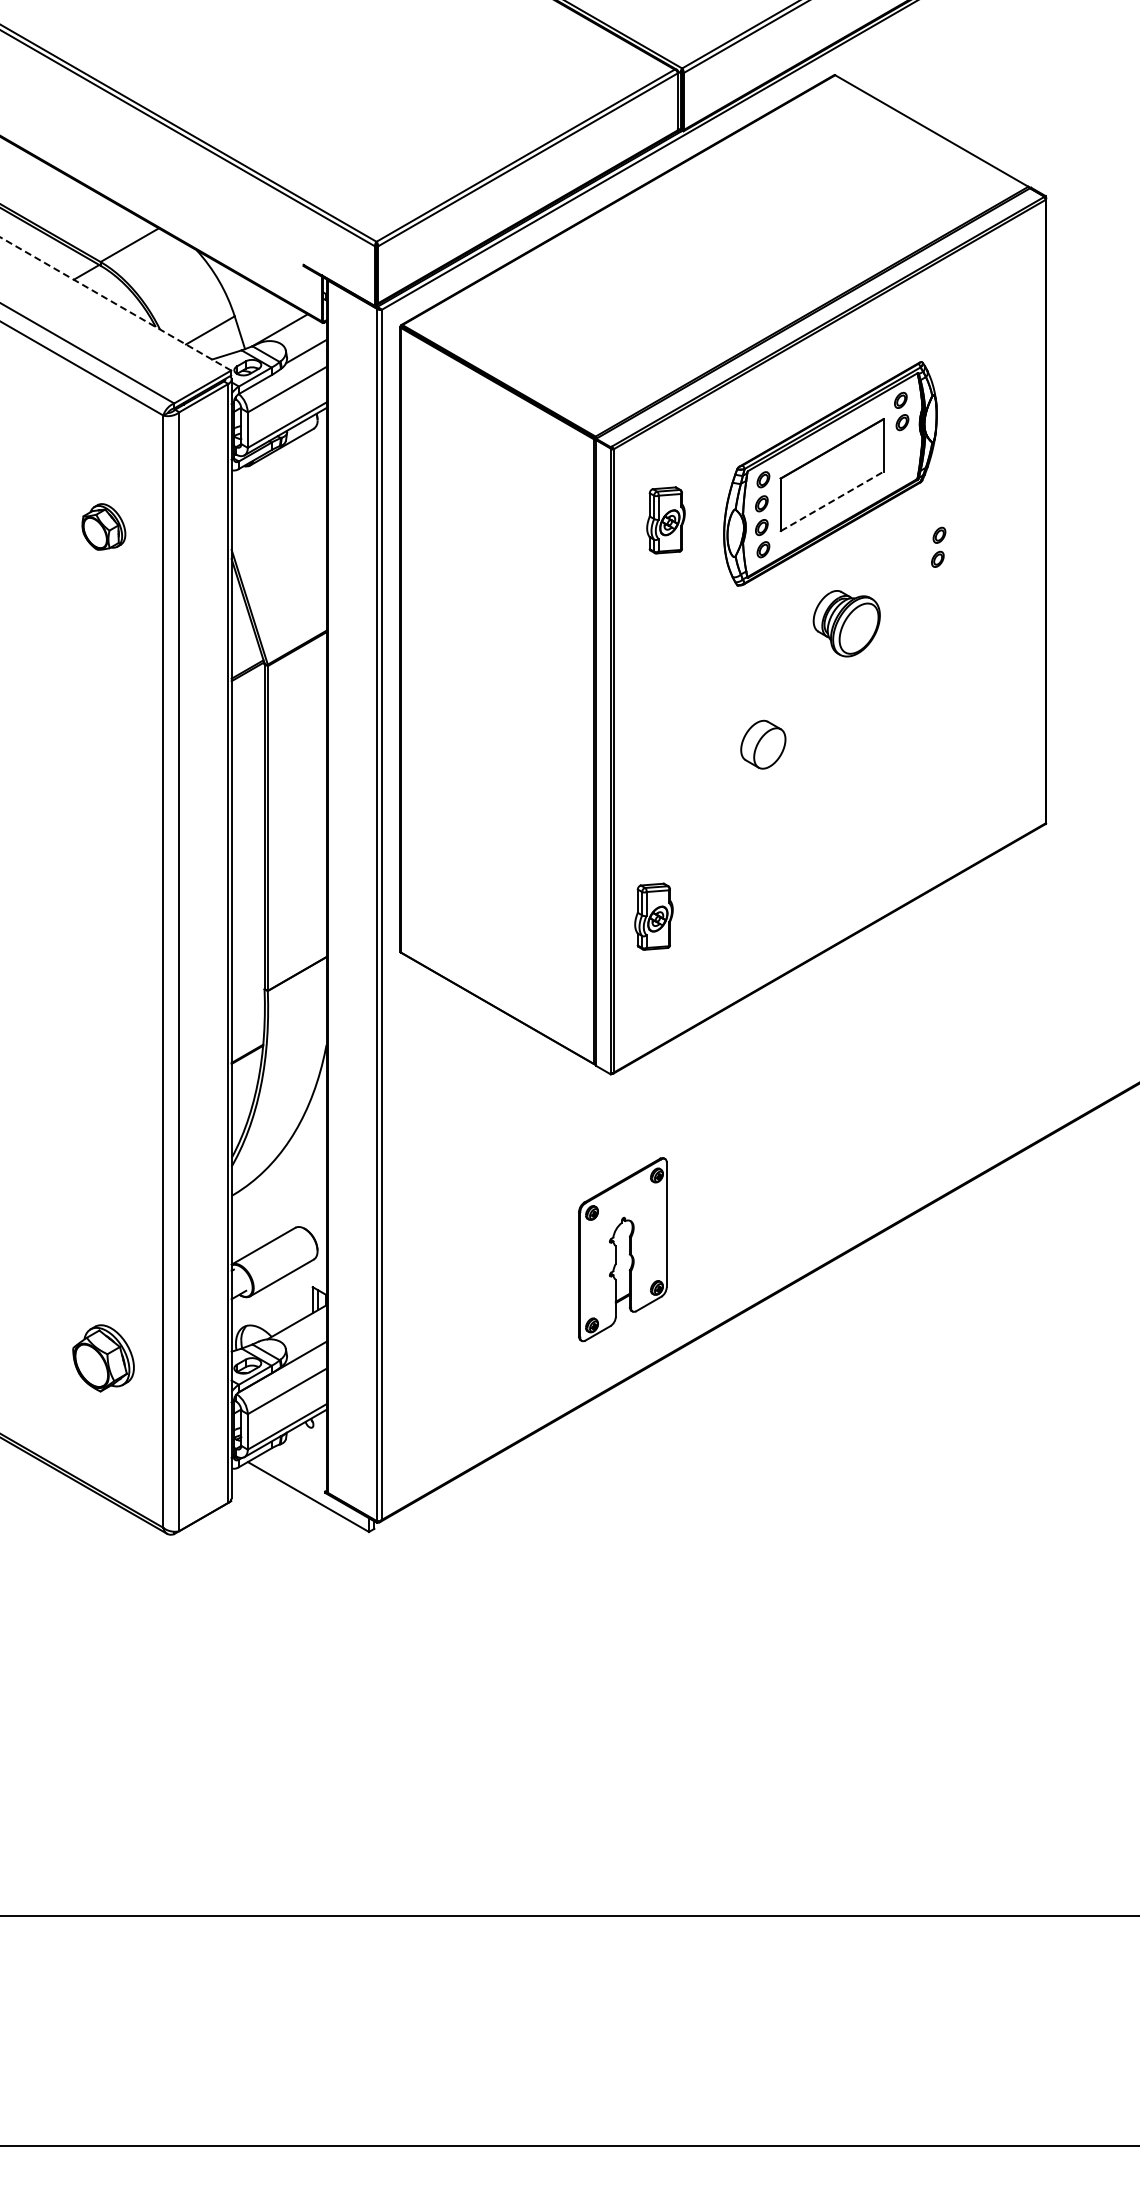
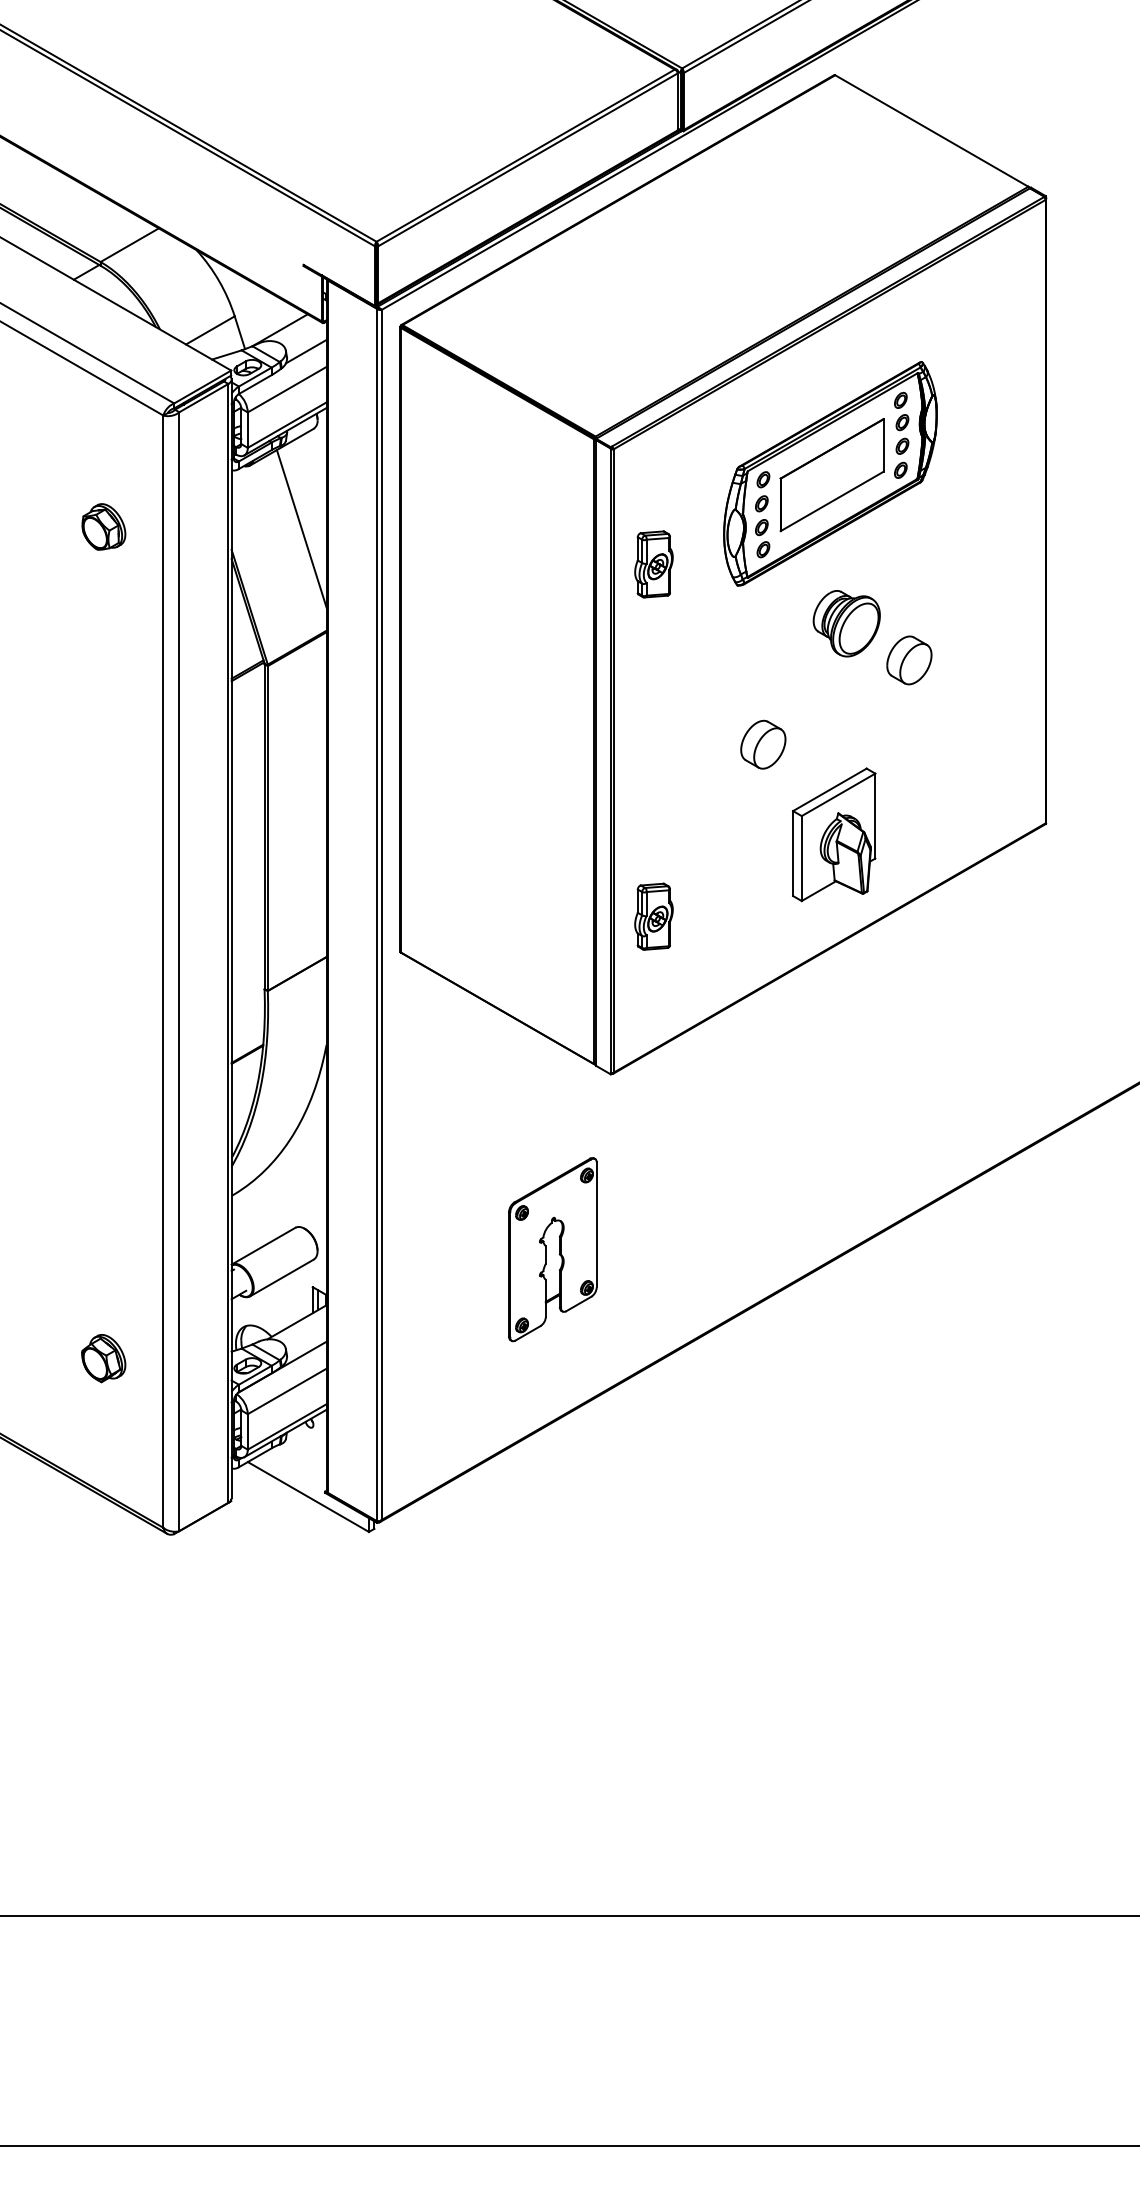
line at (115, 303): dashed -> solid
line at (832, 501): dashed -> solid
part at (665, 520) position: (665, 520) -> (653, 564)
line at (301, 528): none -> present
part at (938, 546) position: (938, 546) -> (901, 457)
part at (909, 660): none -> present
part at (834, 834): none -> present
part at (622, 1249) position: (622, 1249) -> (552, 1249)
part at (103, 1358) size: 63x69 px -> 46x50 px
